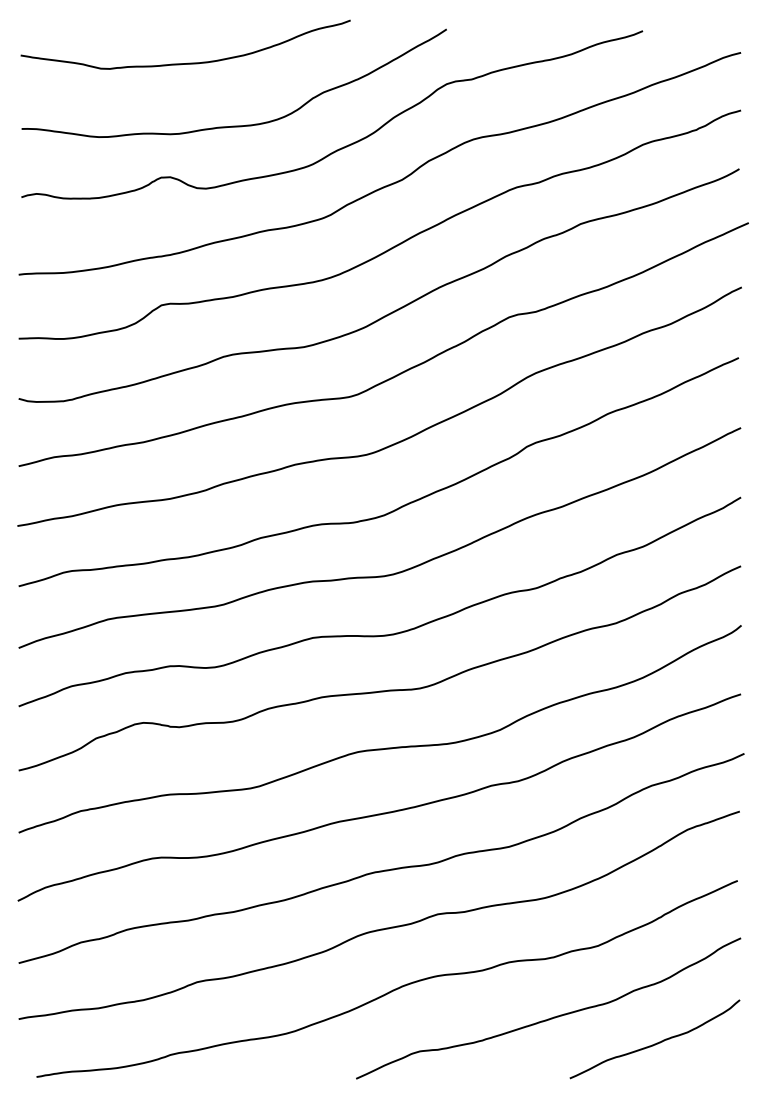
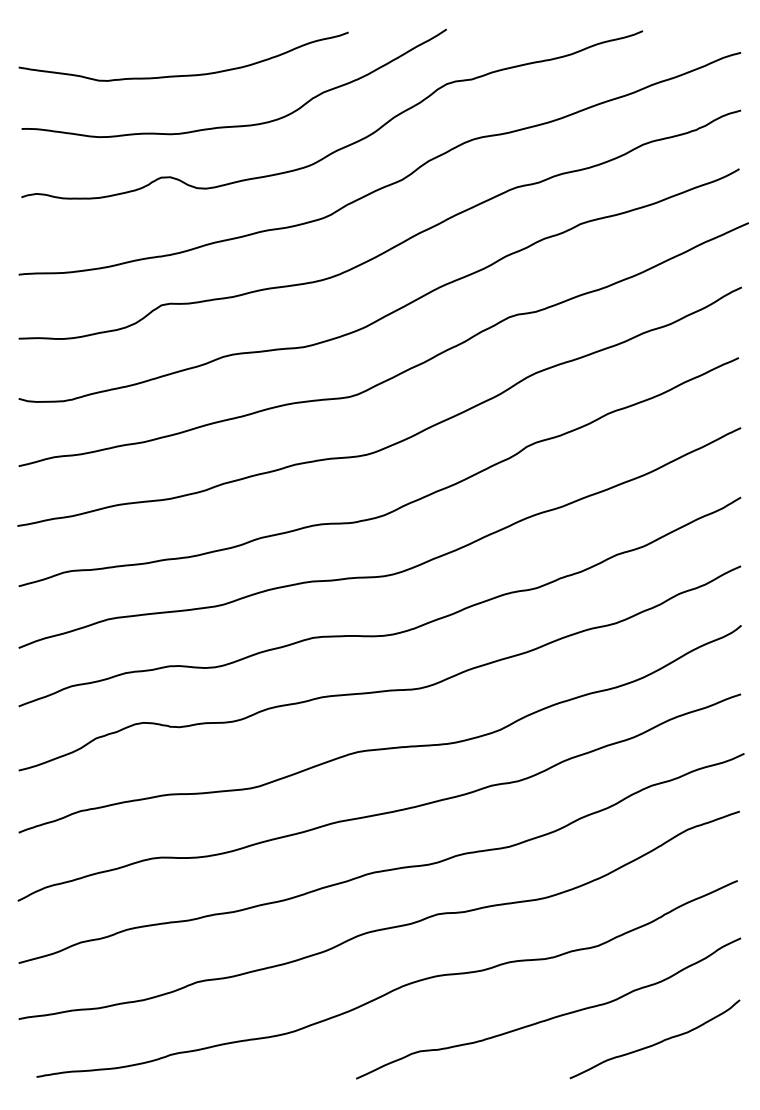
curve at (188, 62) position: (188, 62) -> (186, 74)
